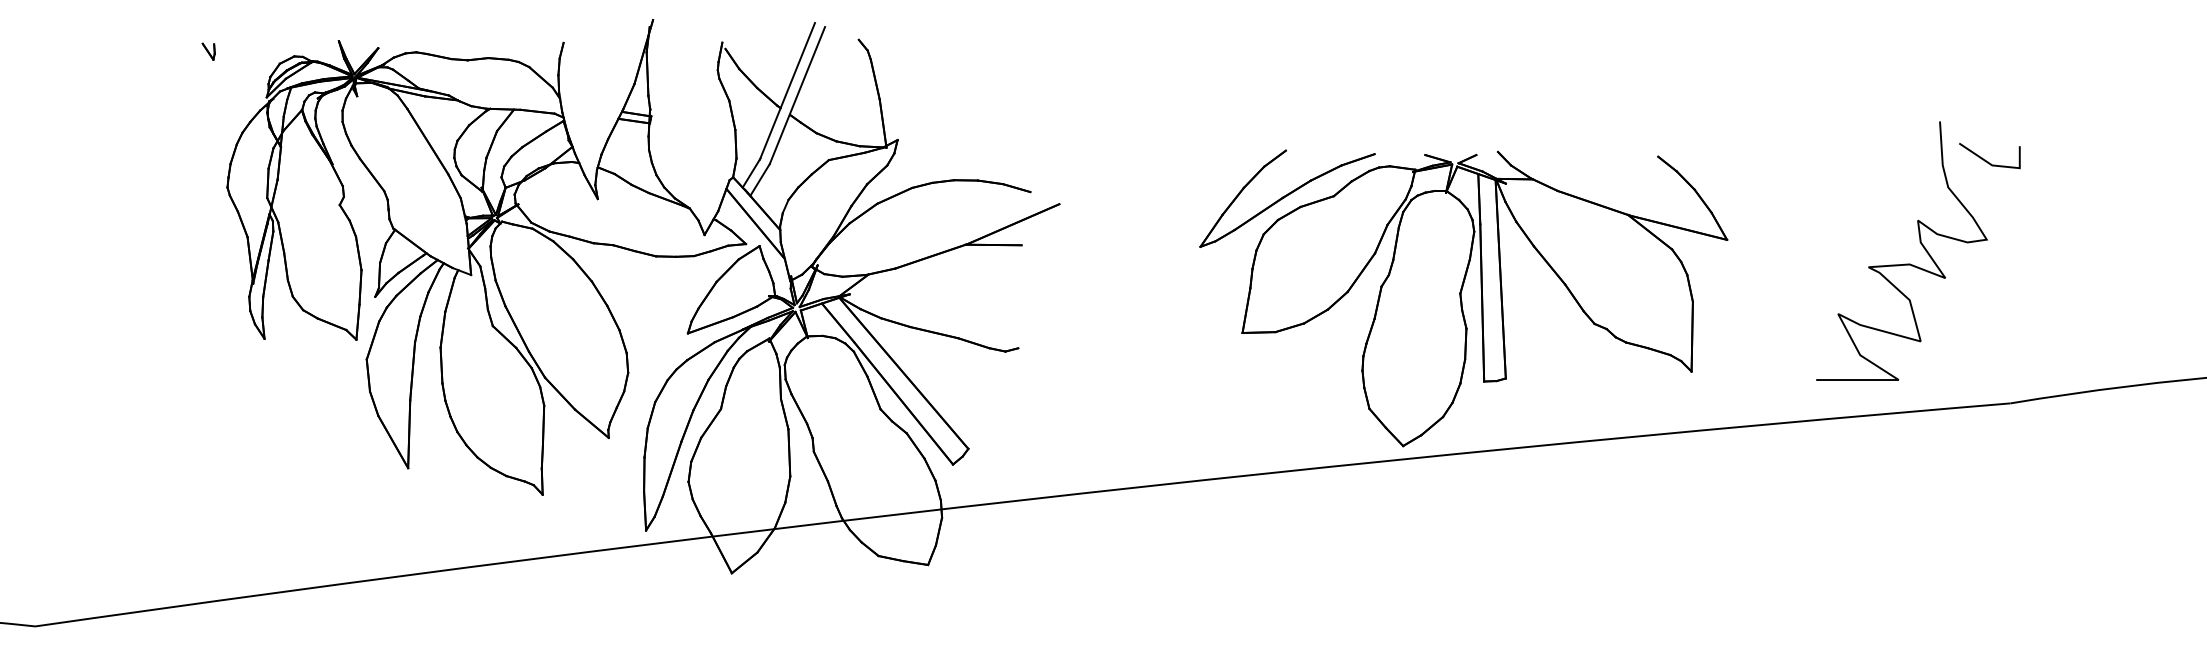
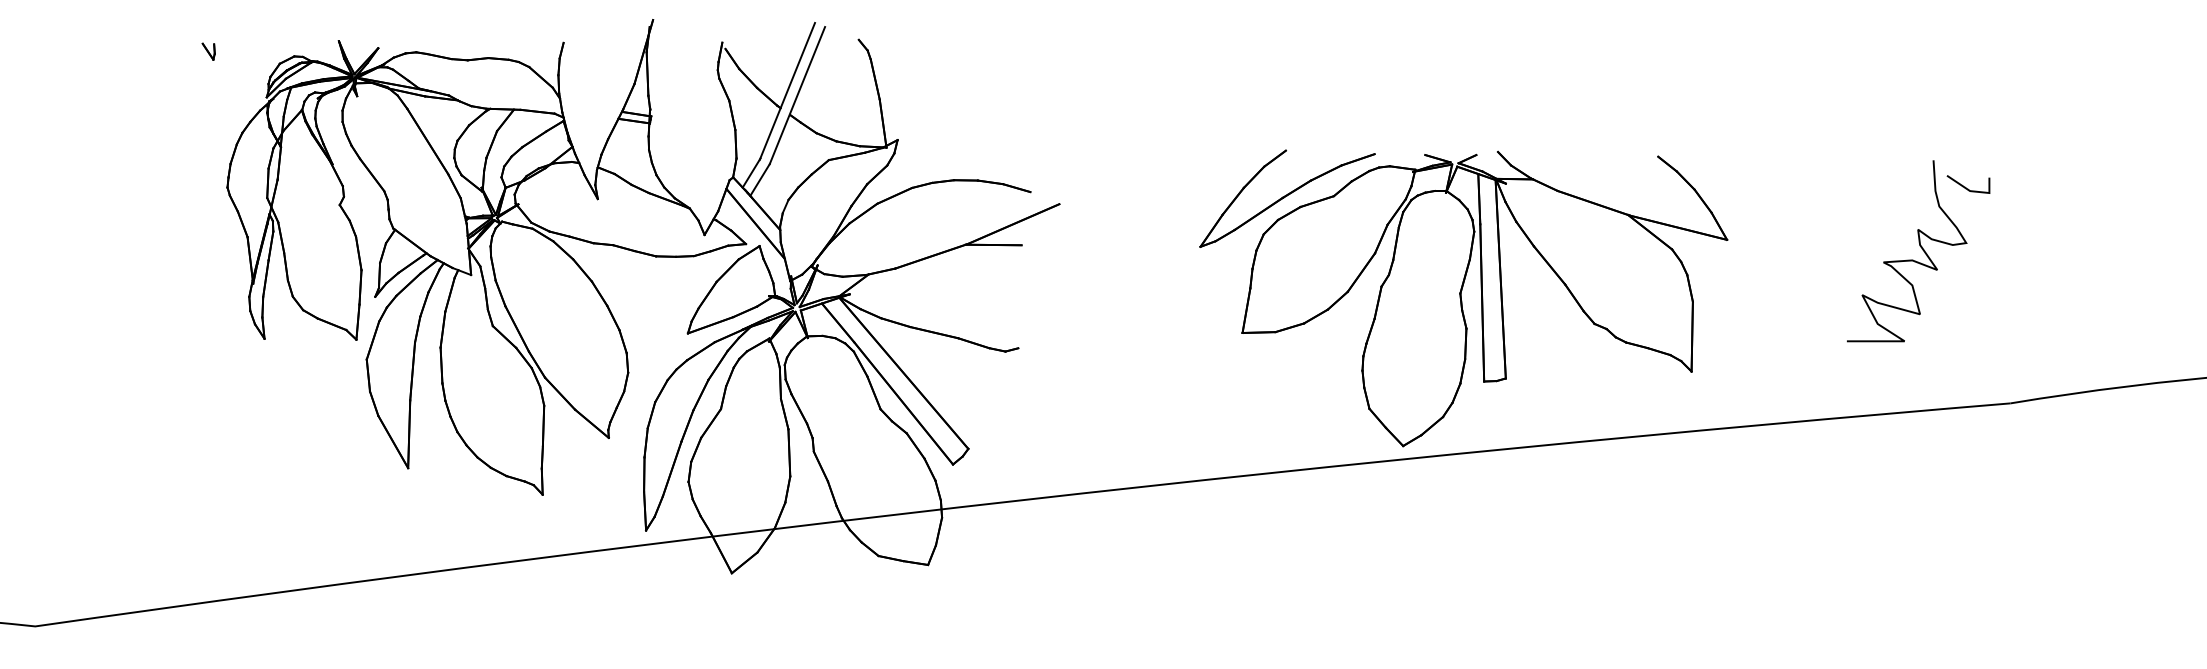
part at (1918, 250) size: 205x260 px -> 144x183 px
